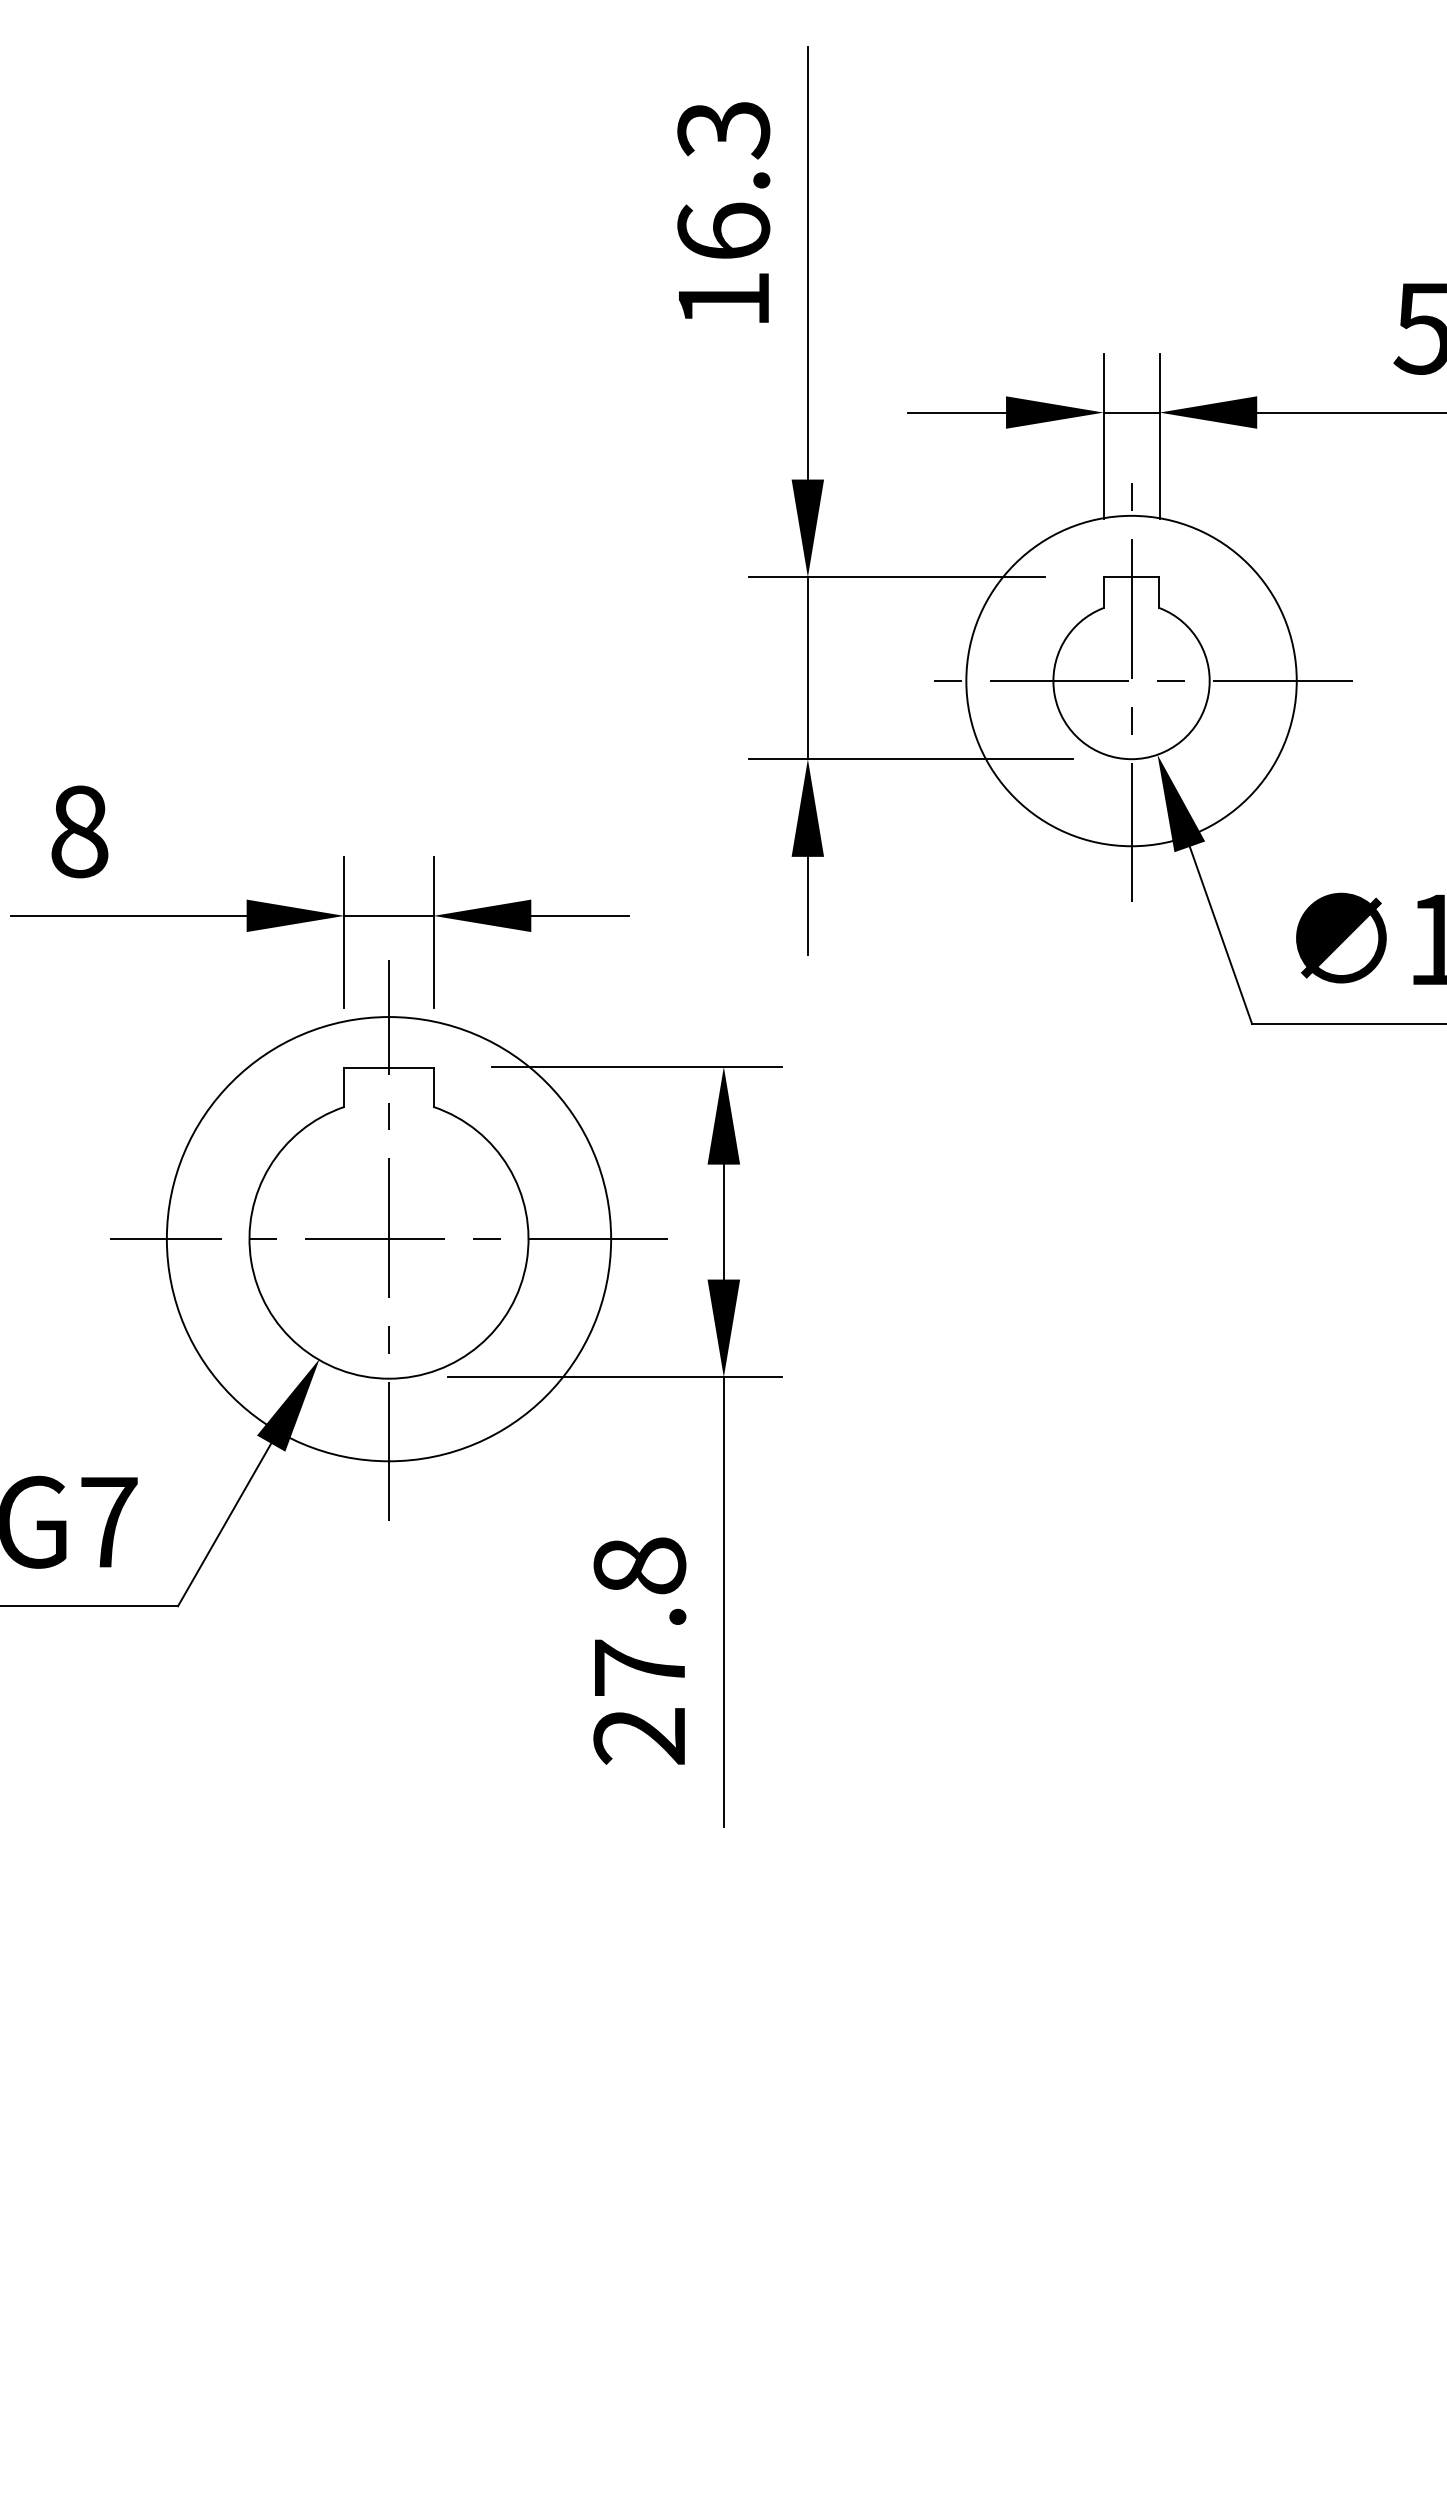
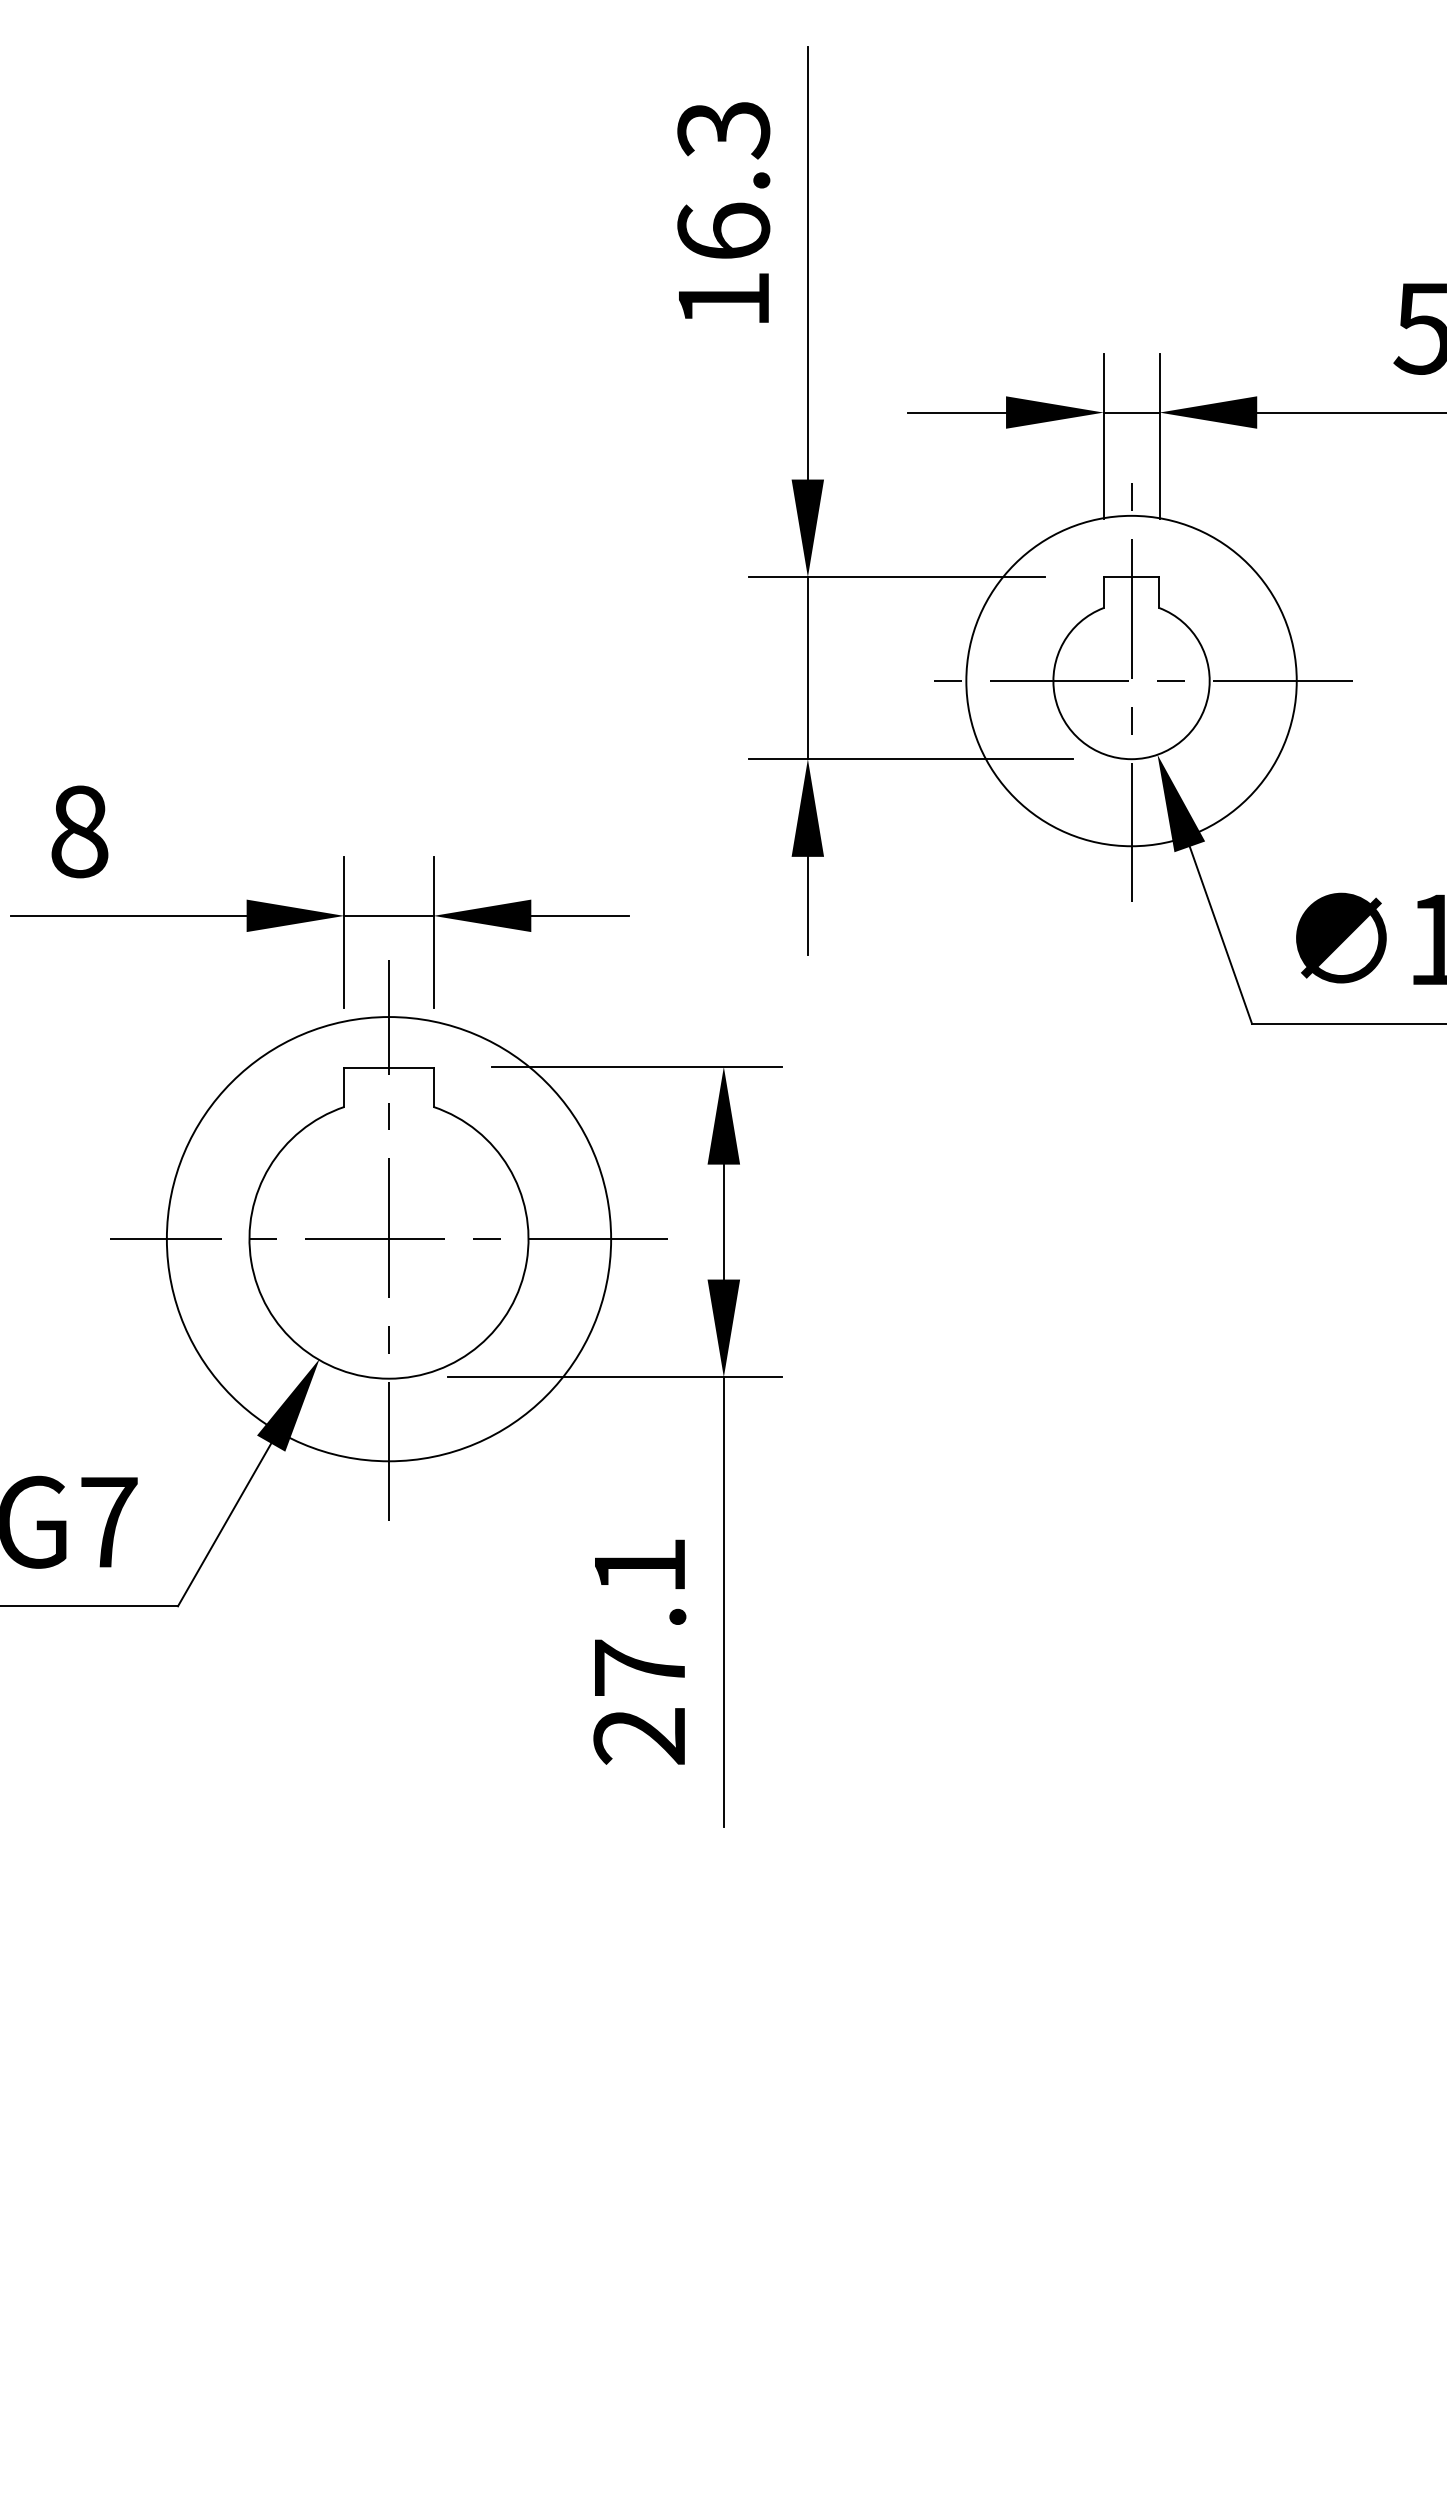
text at (639, 1565): 27.8 -> 27.1
